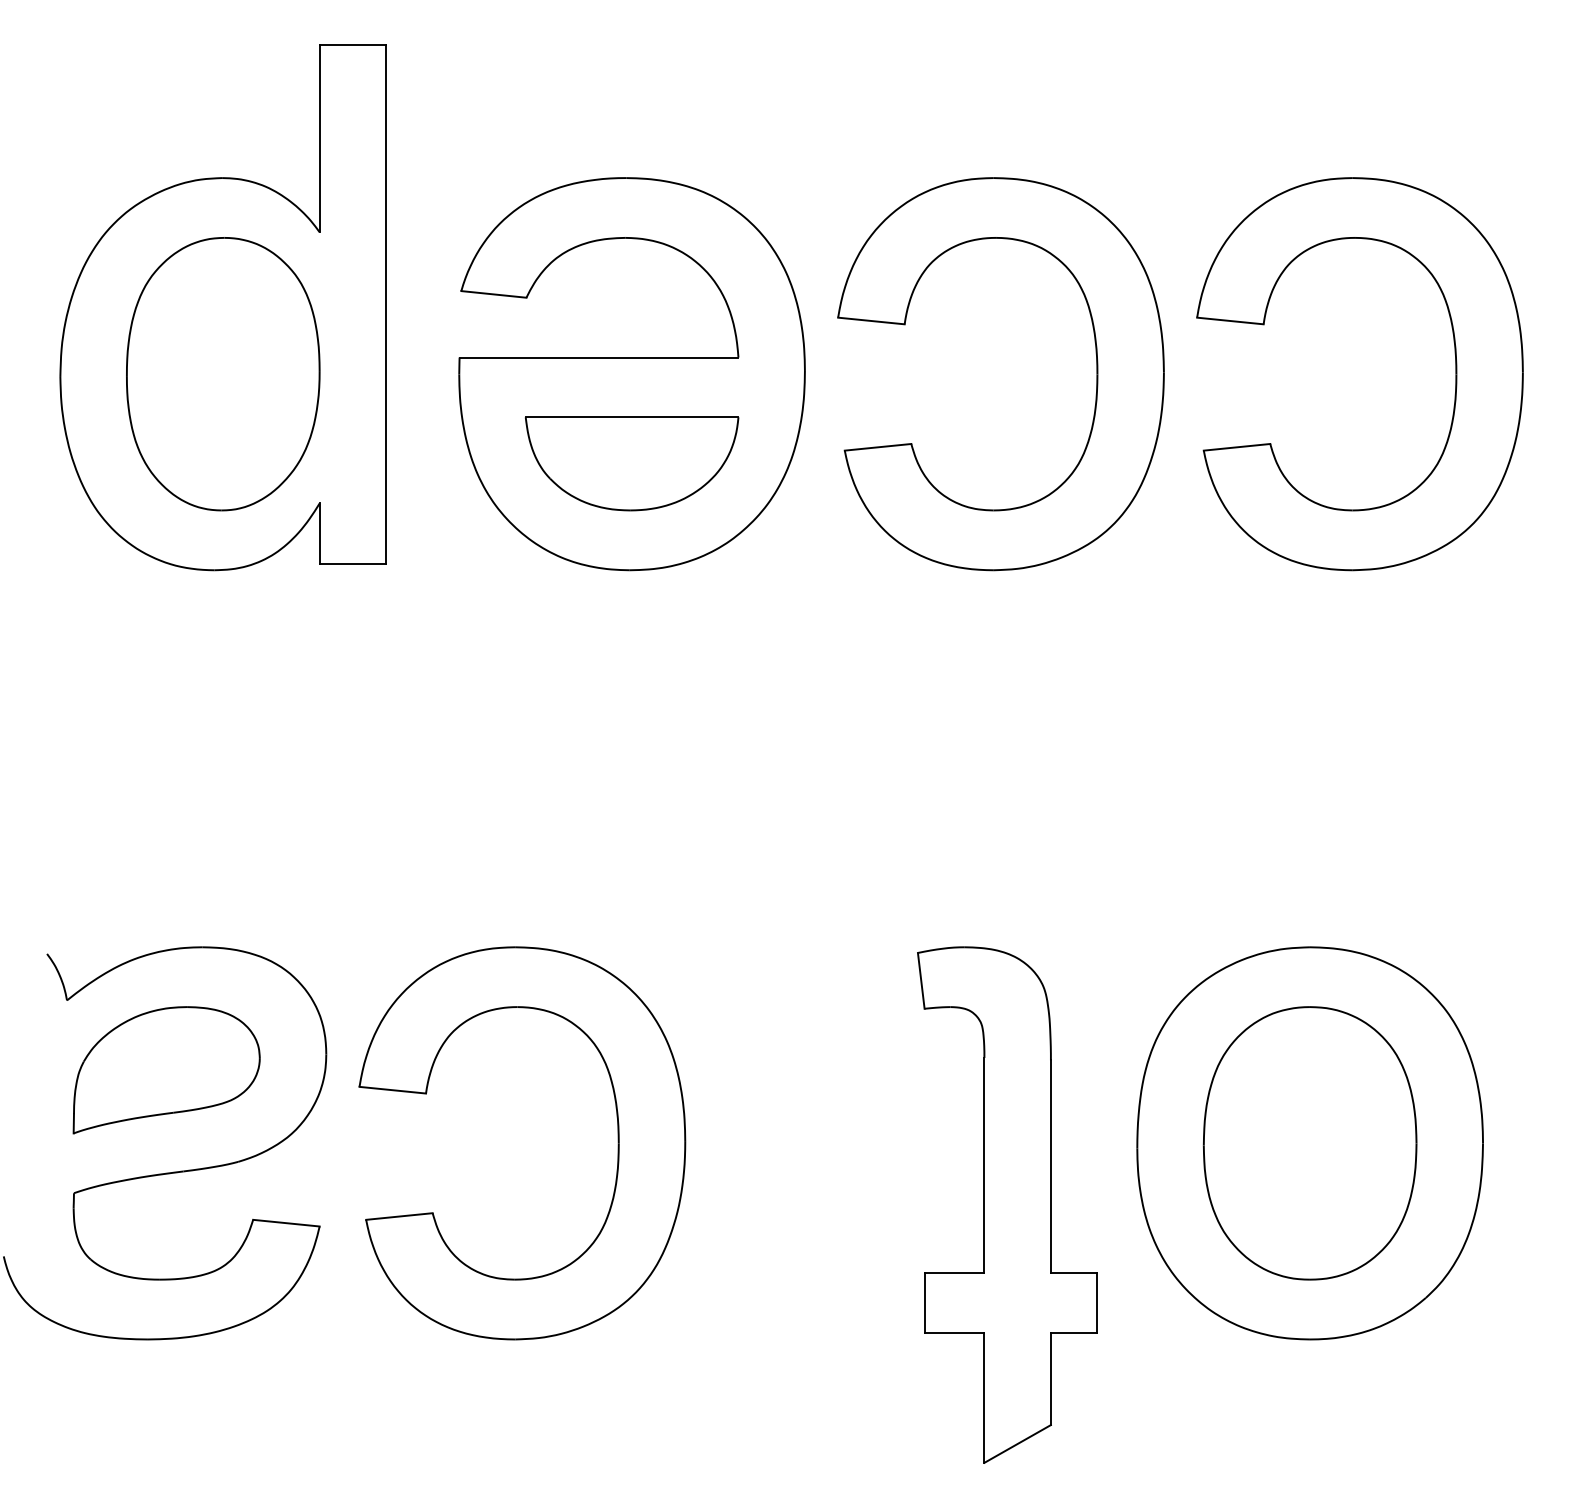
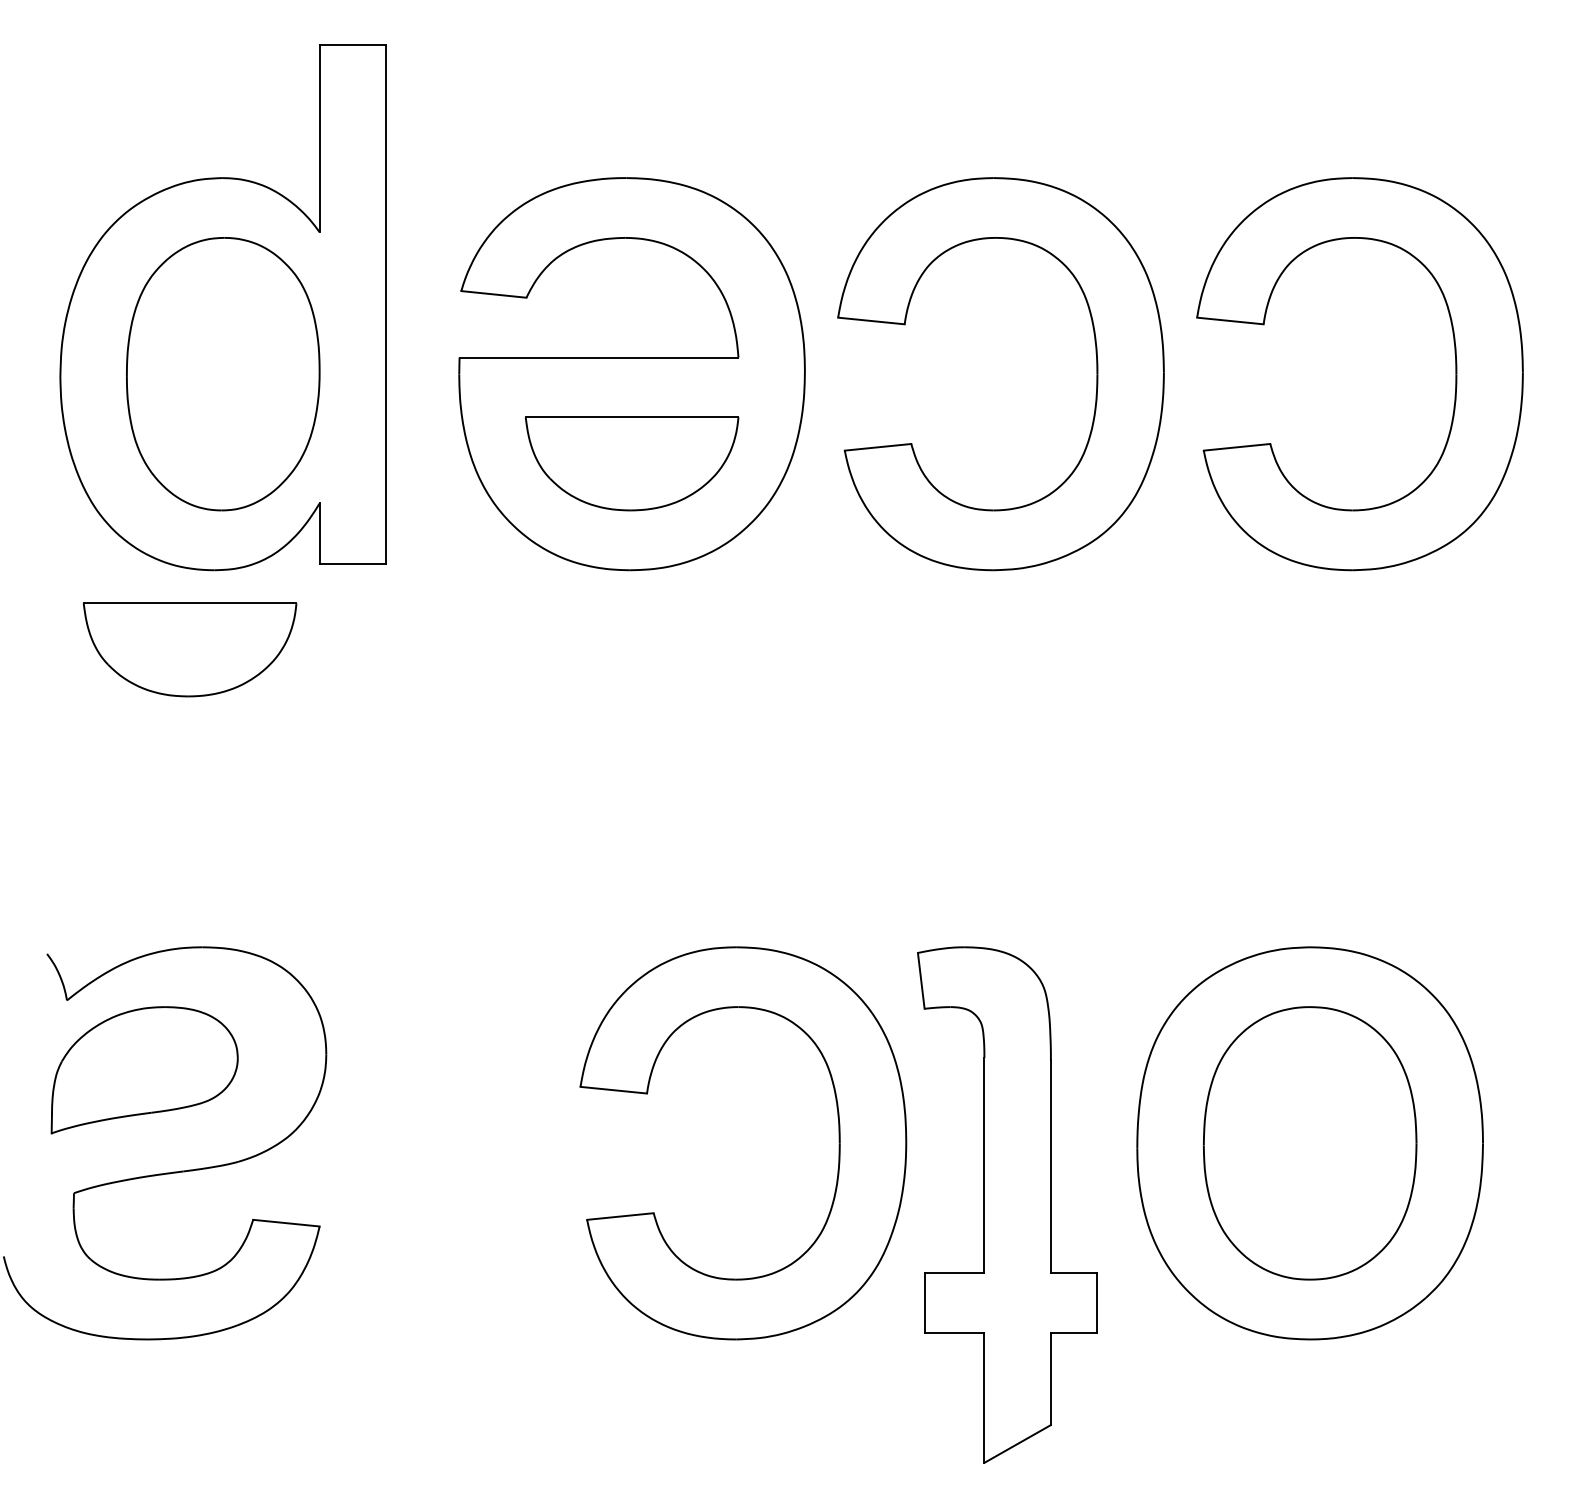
part at (190, 649): none -> present
part at (166, 1070) position: (166, 1070) -> (144, 1070)
part at (617, 1143) position: (617, 1143) -> (838, 1143)
